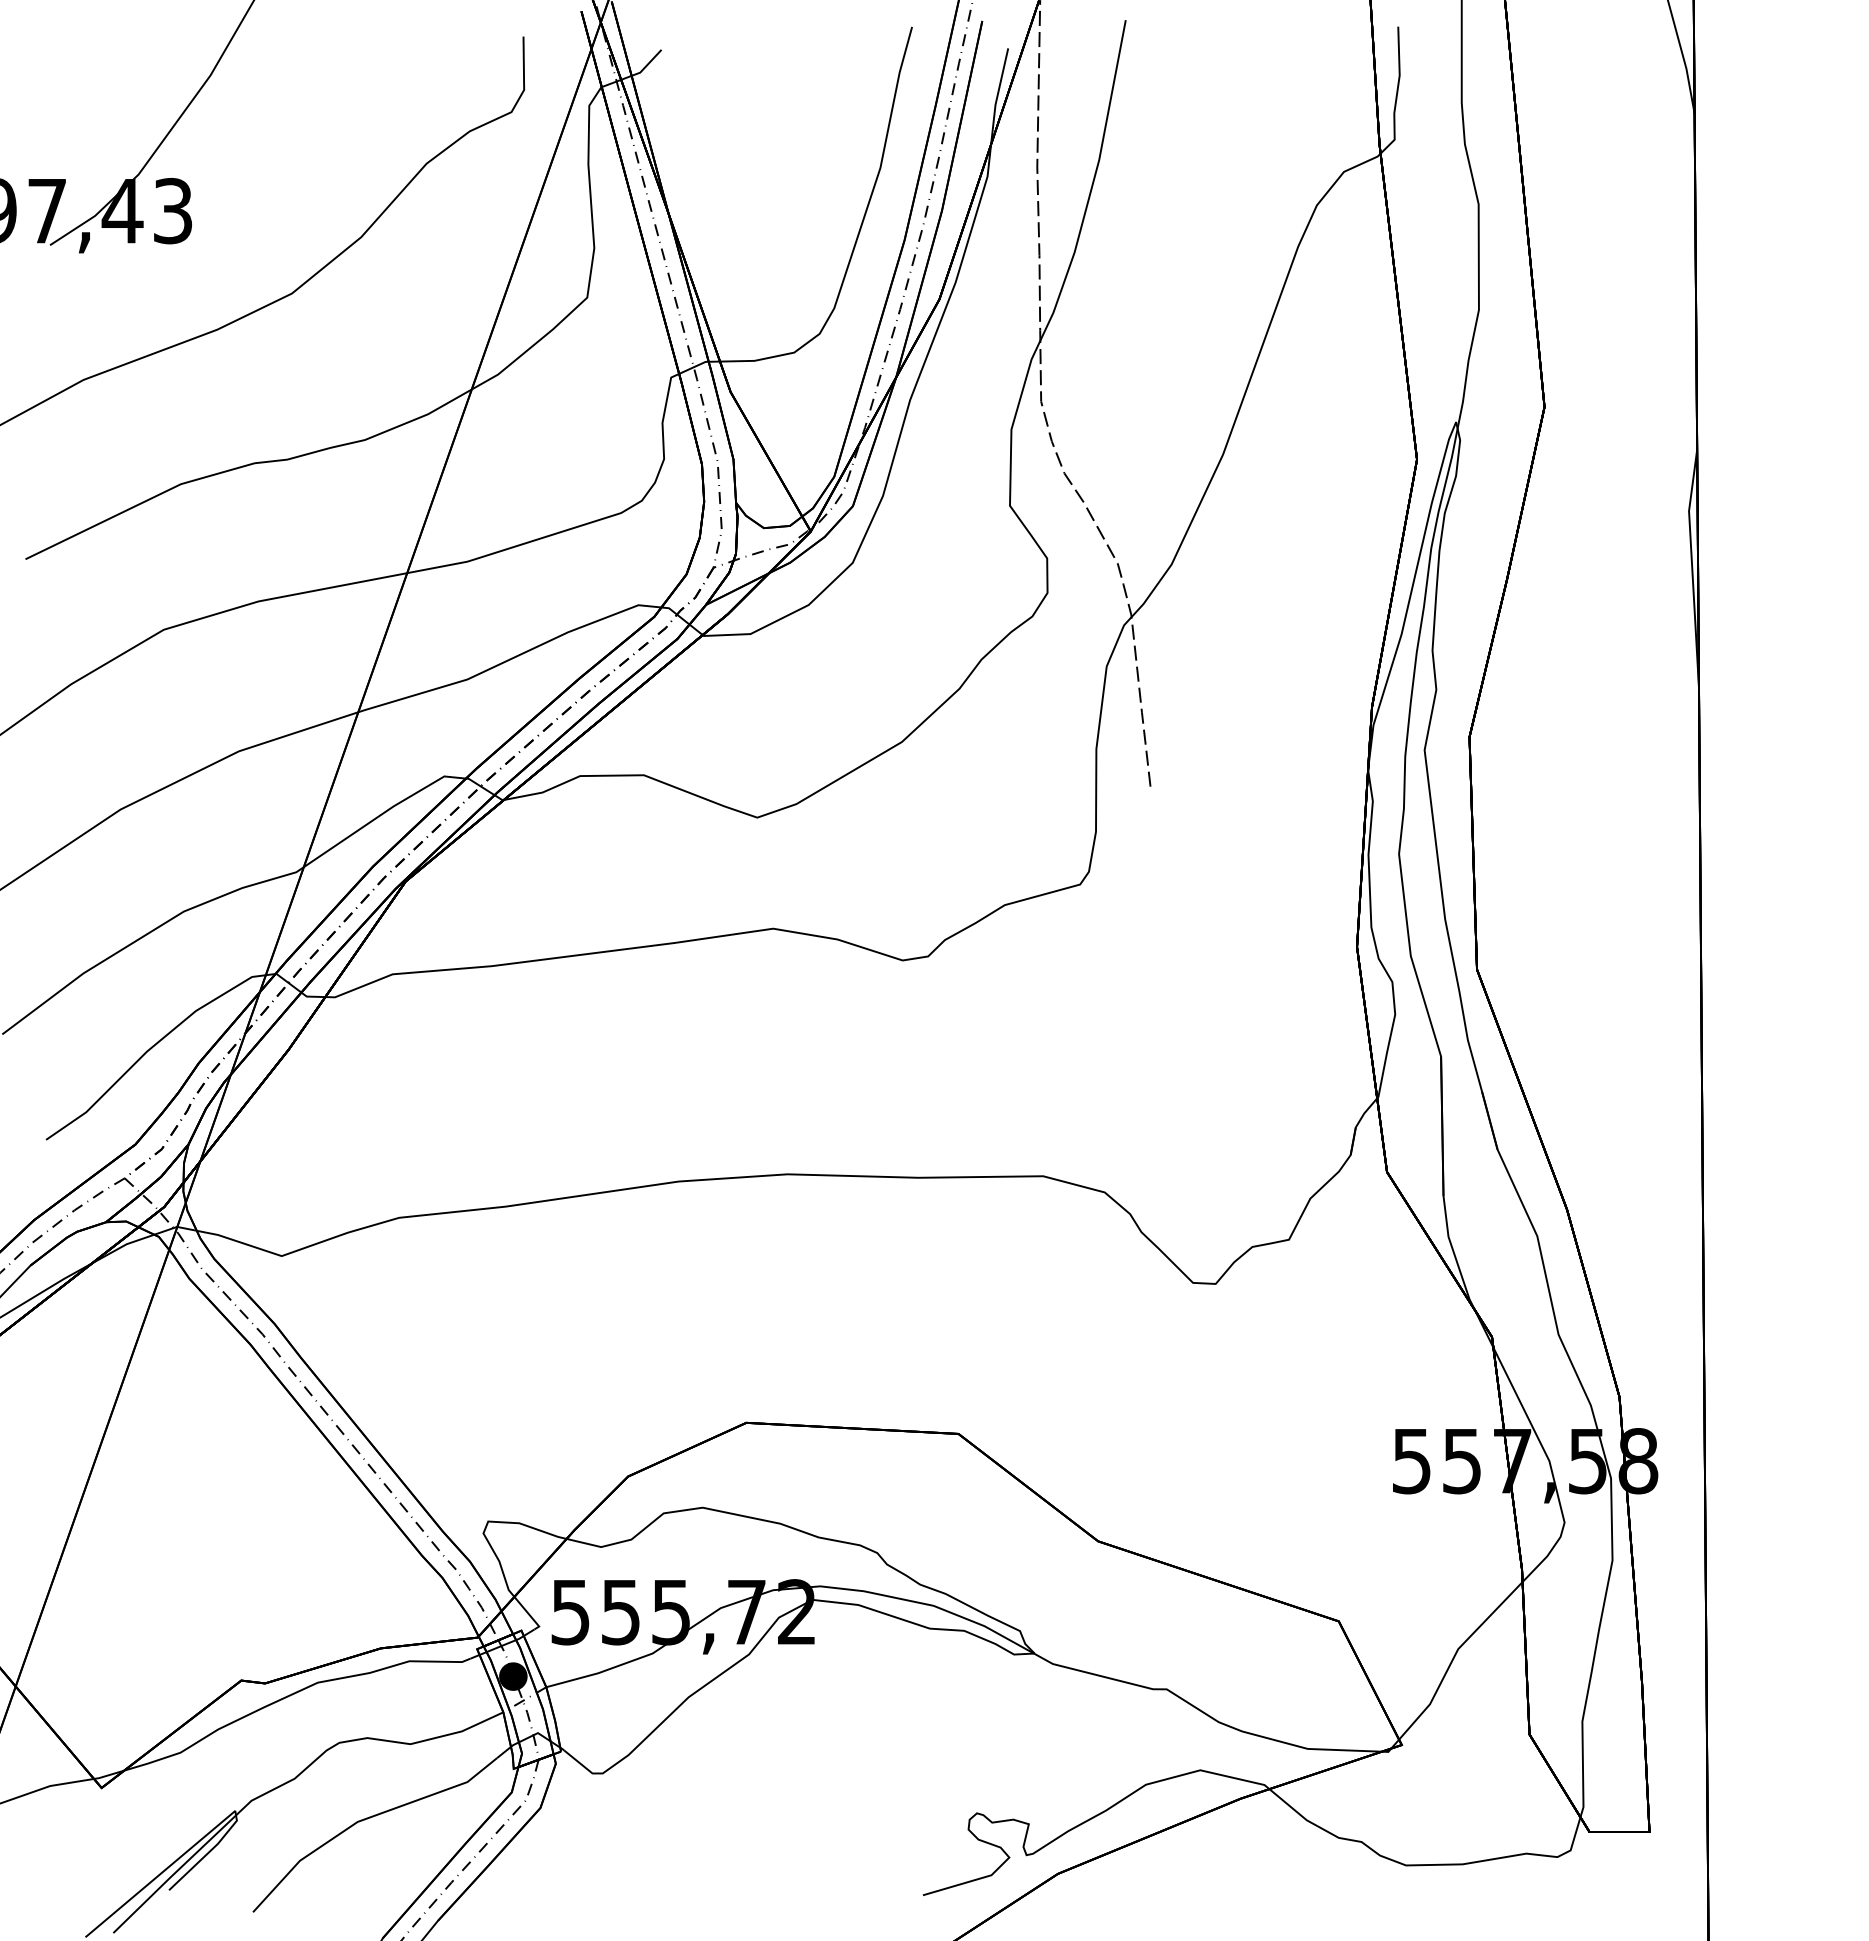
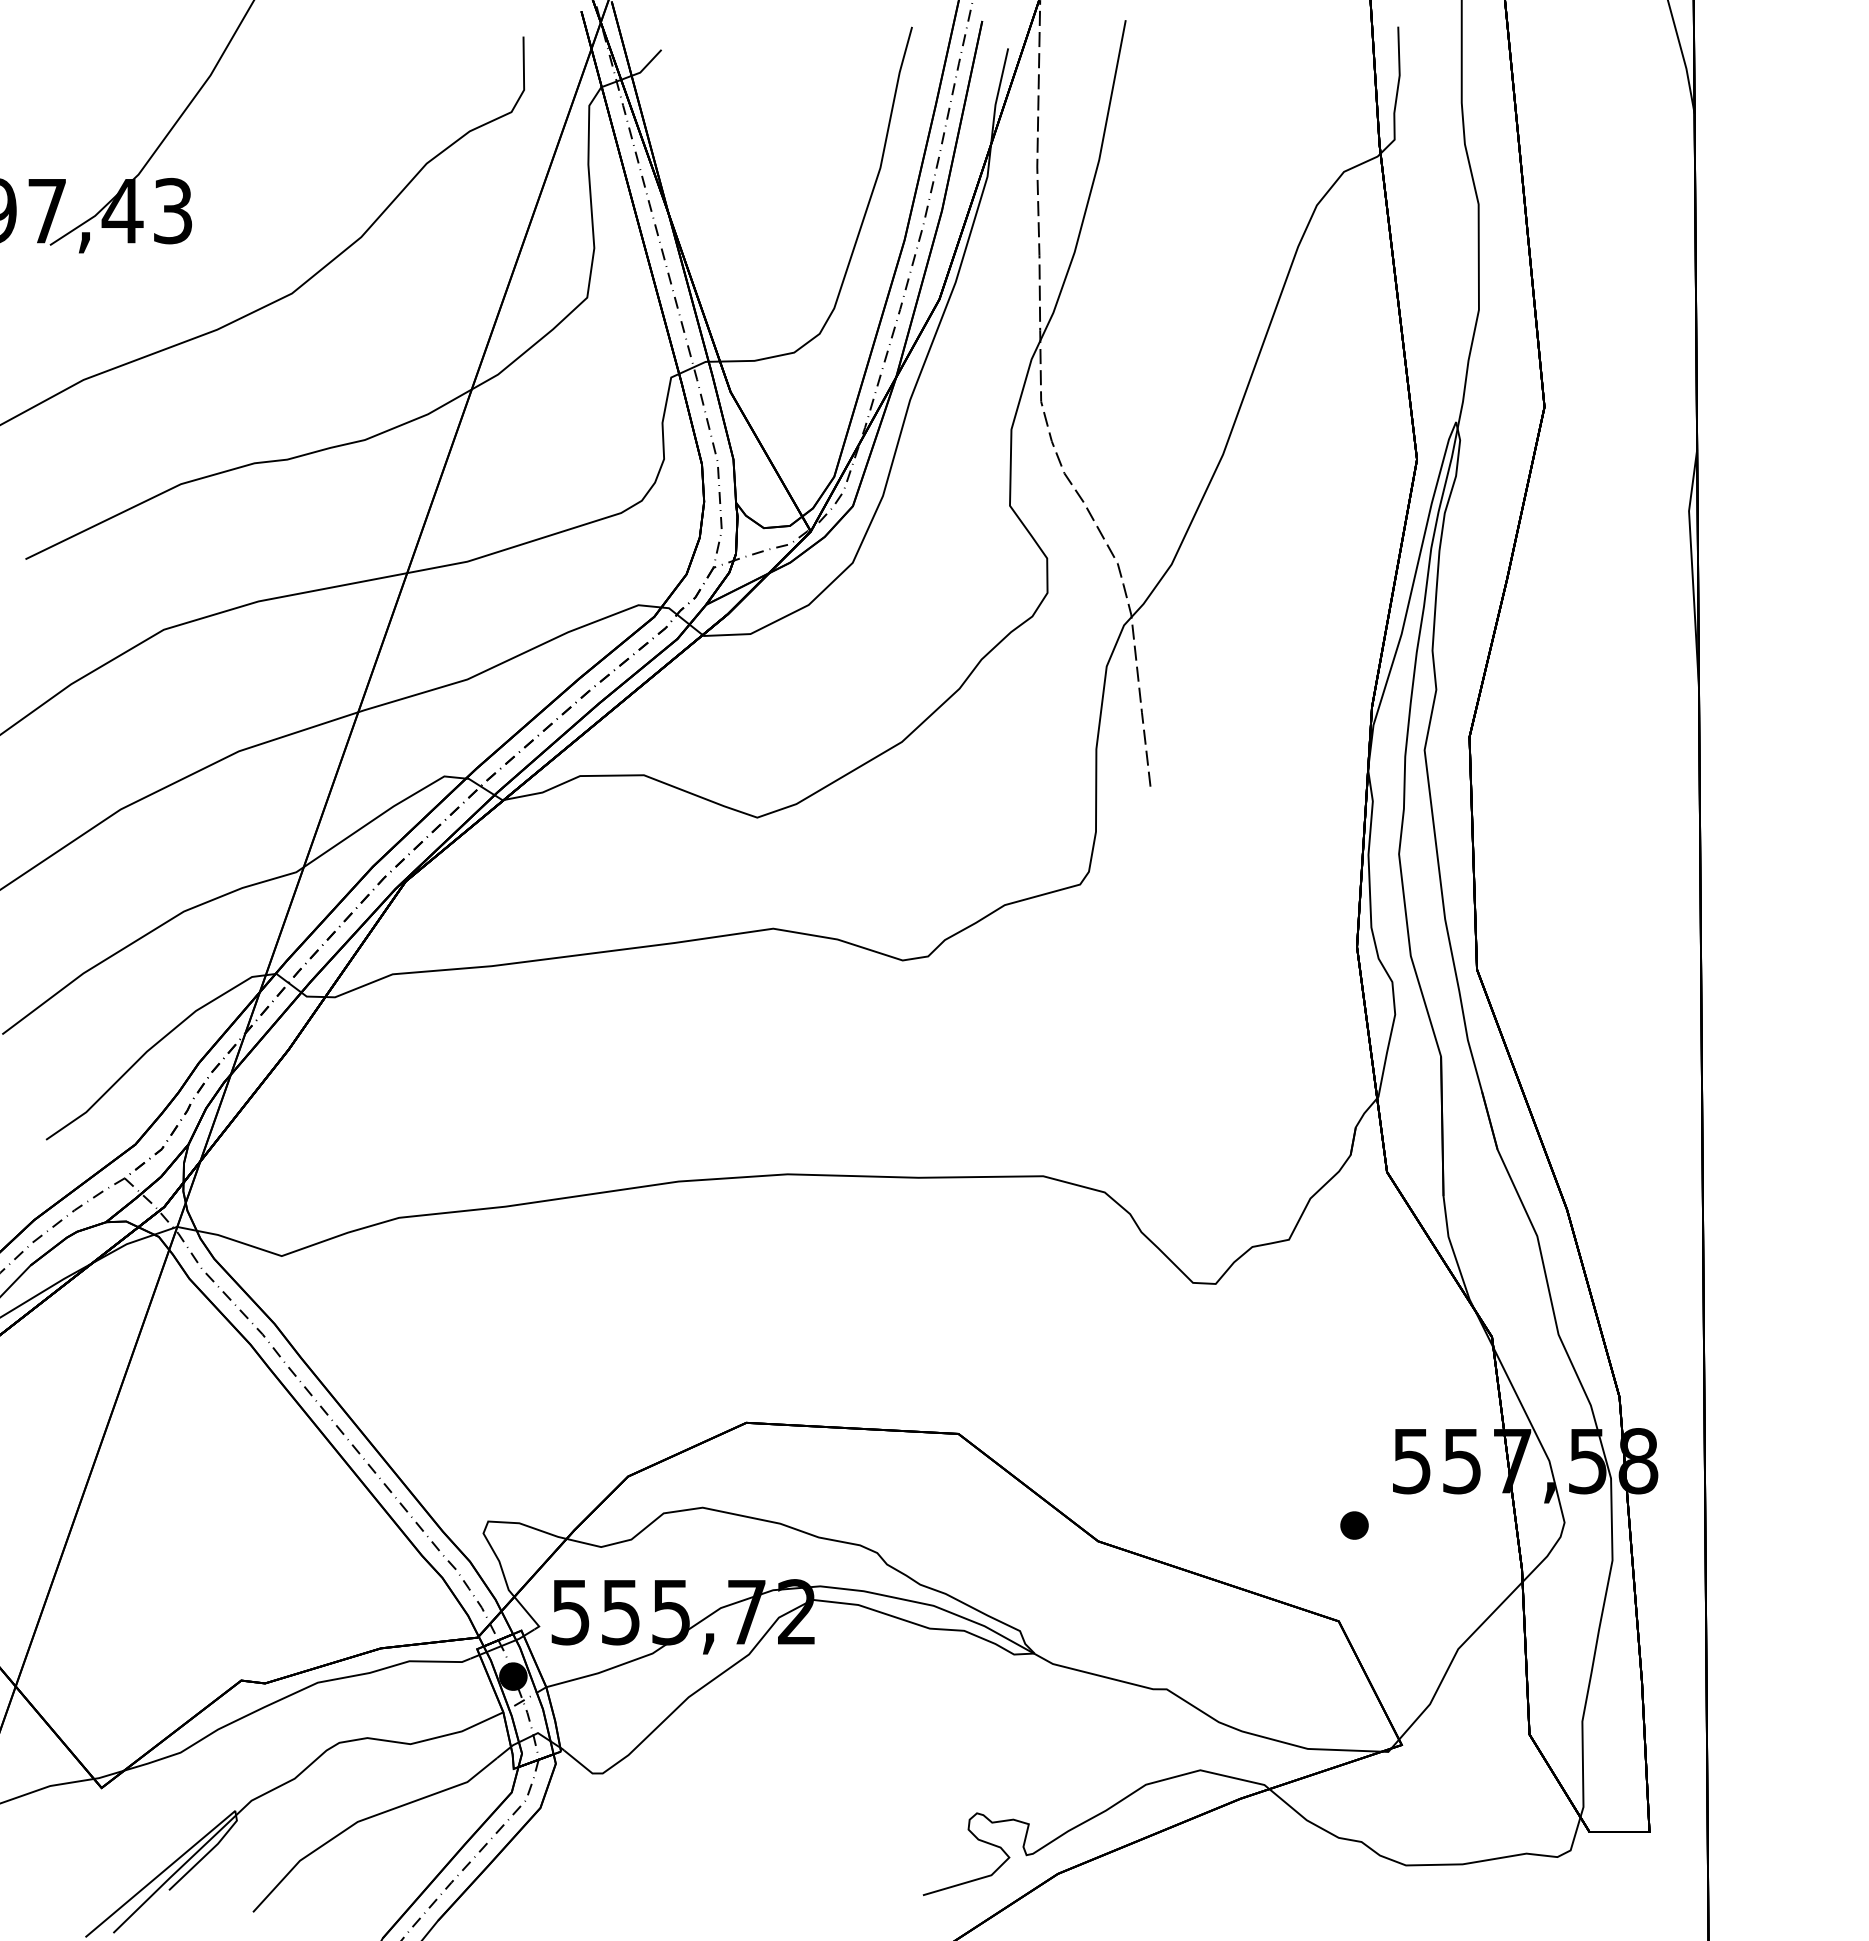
part at (1354, 1525): none -> present
